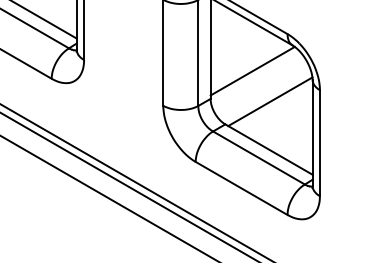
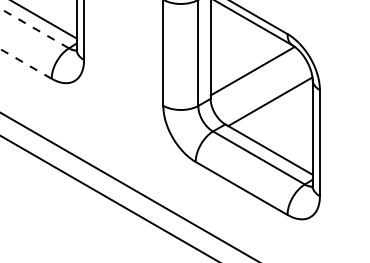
line at (34, 28): solid -> dashed
line at (25, 63): solid -> dashed
line at (136, 182): present -> none
